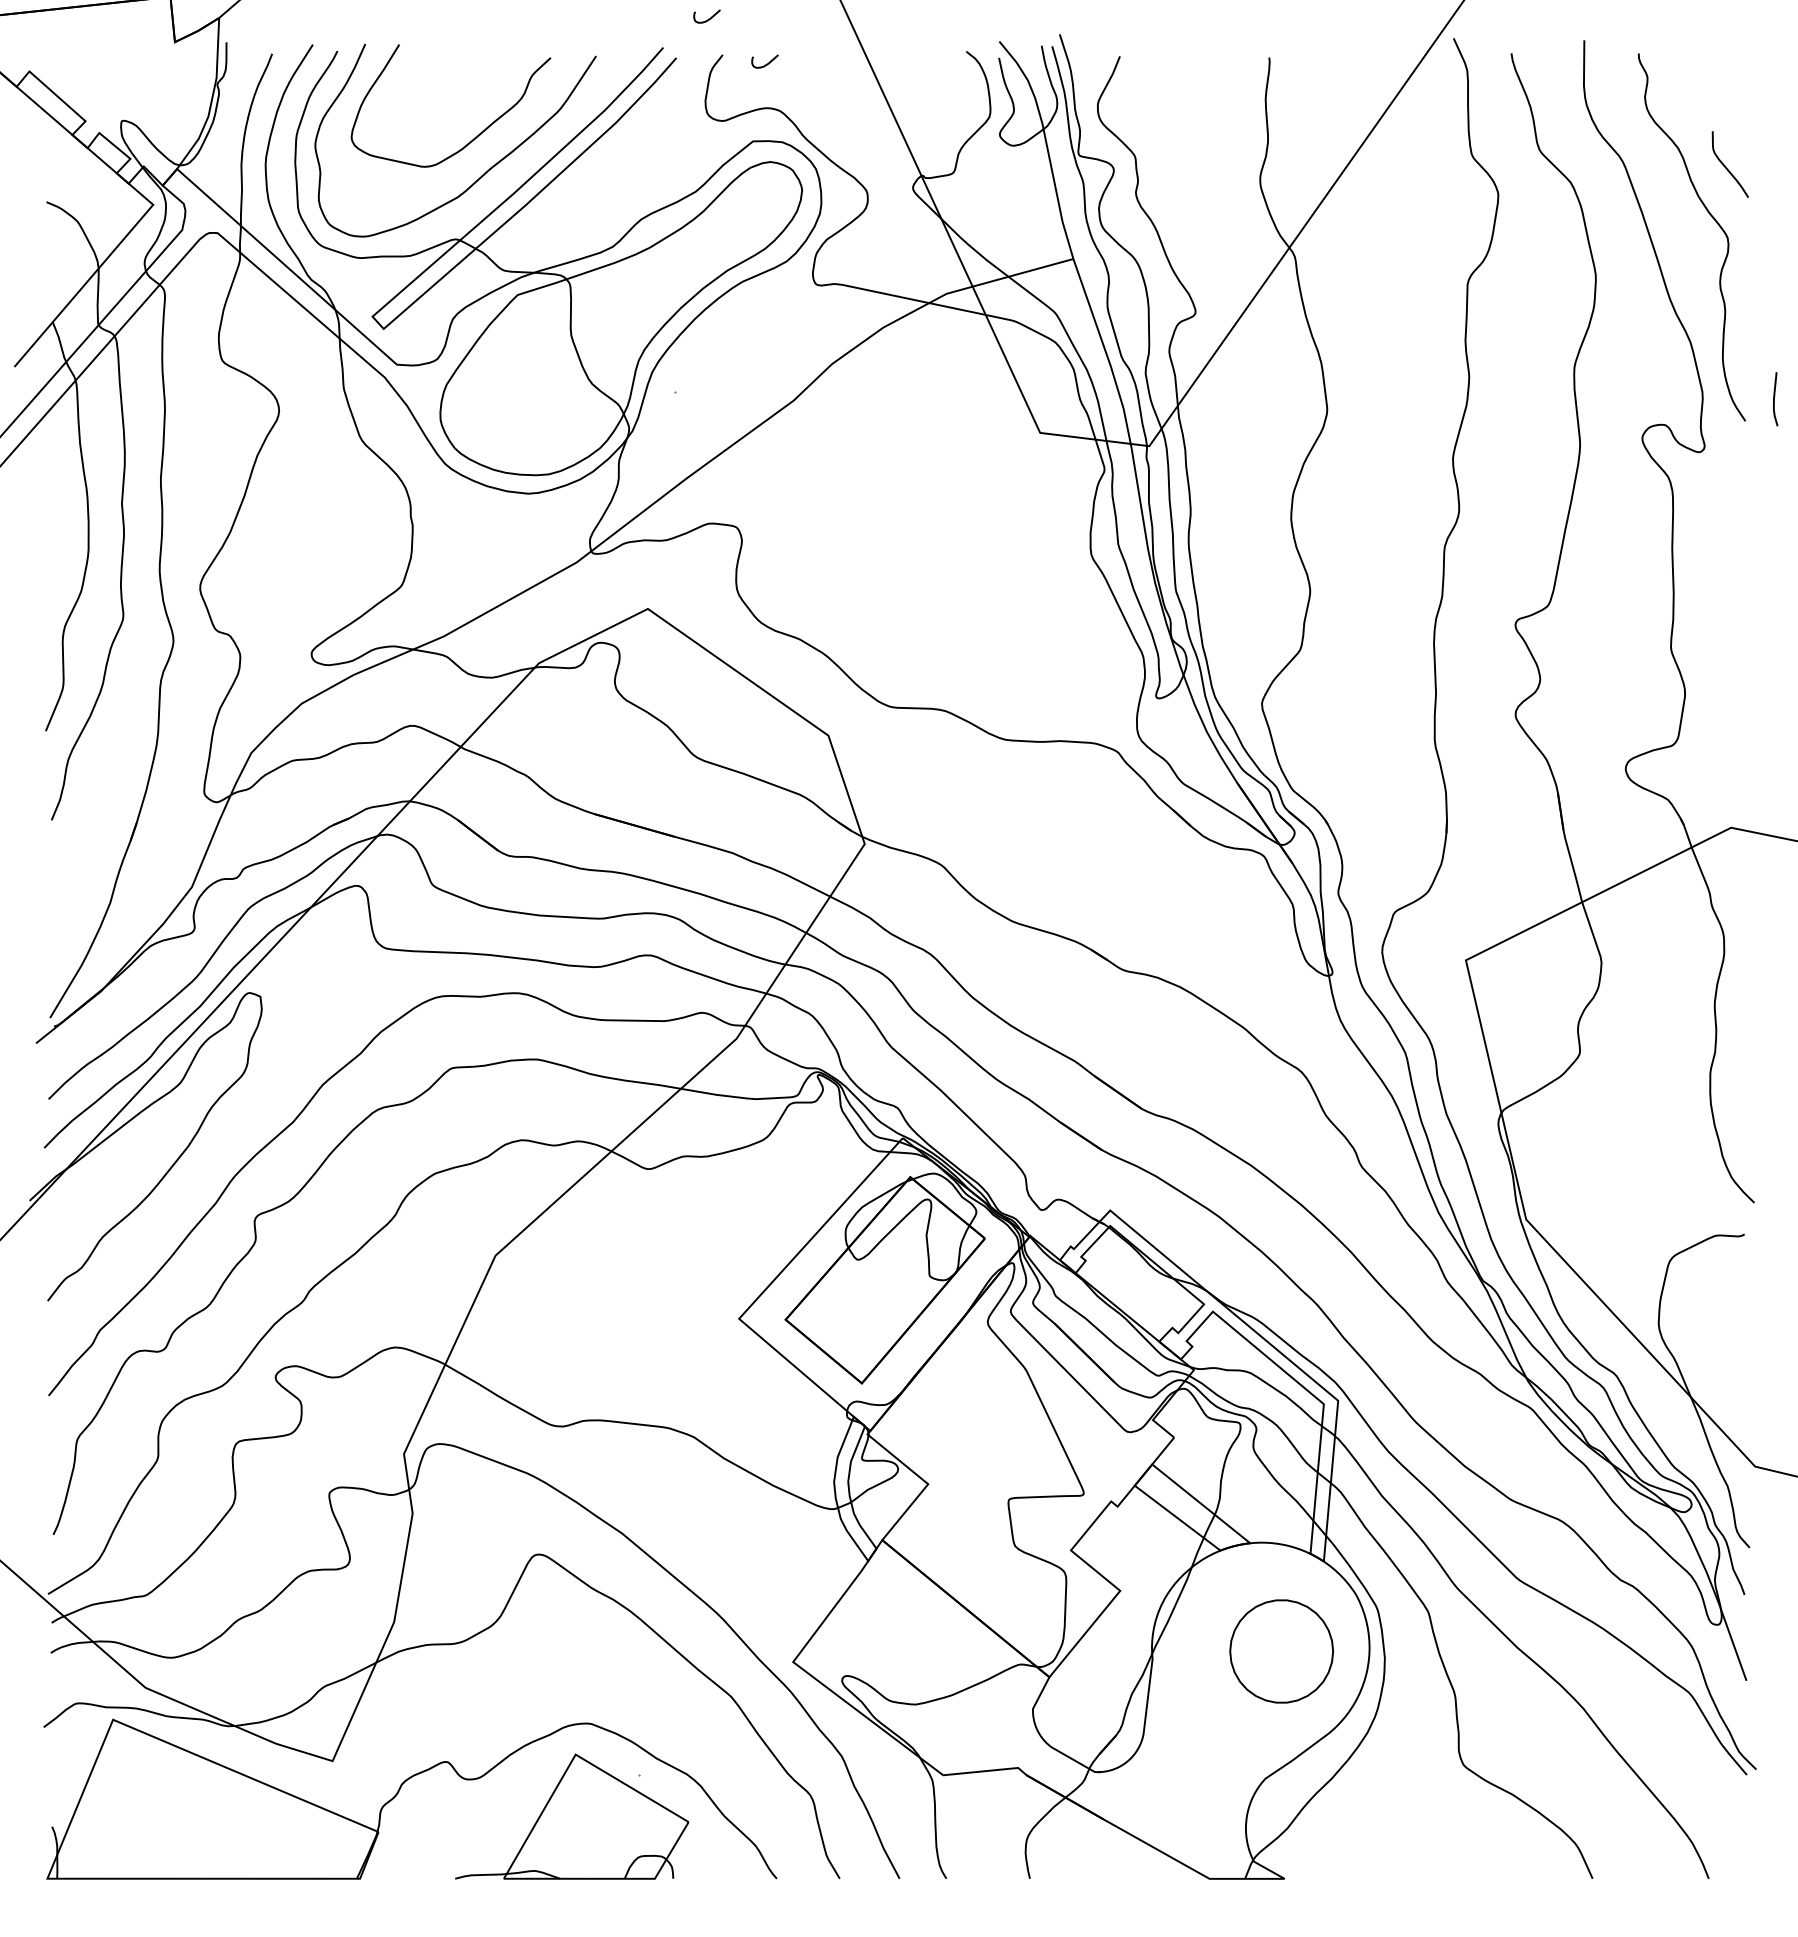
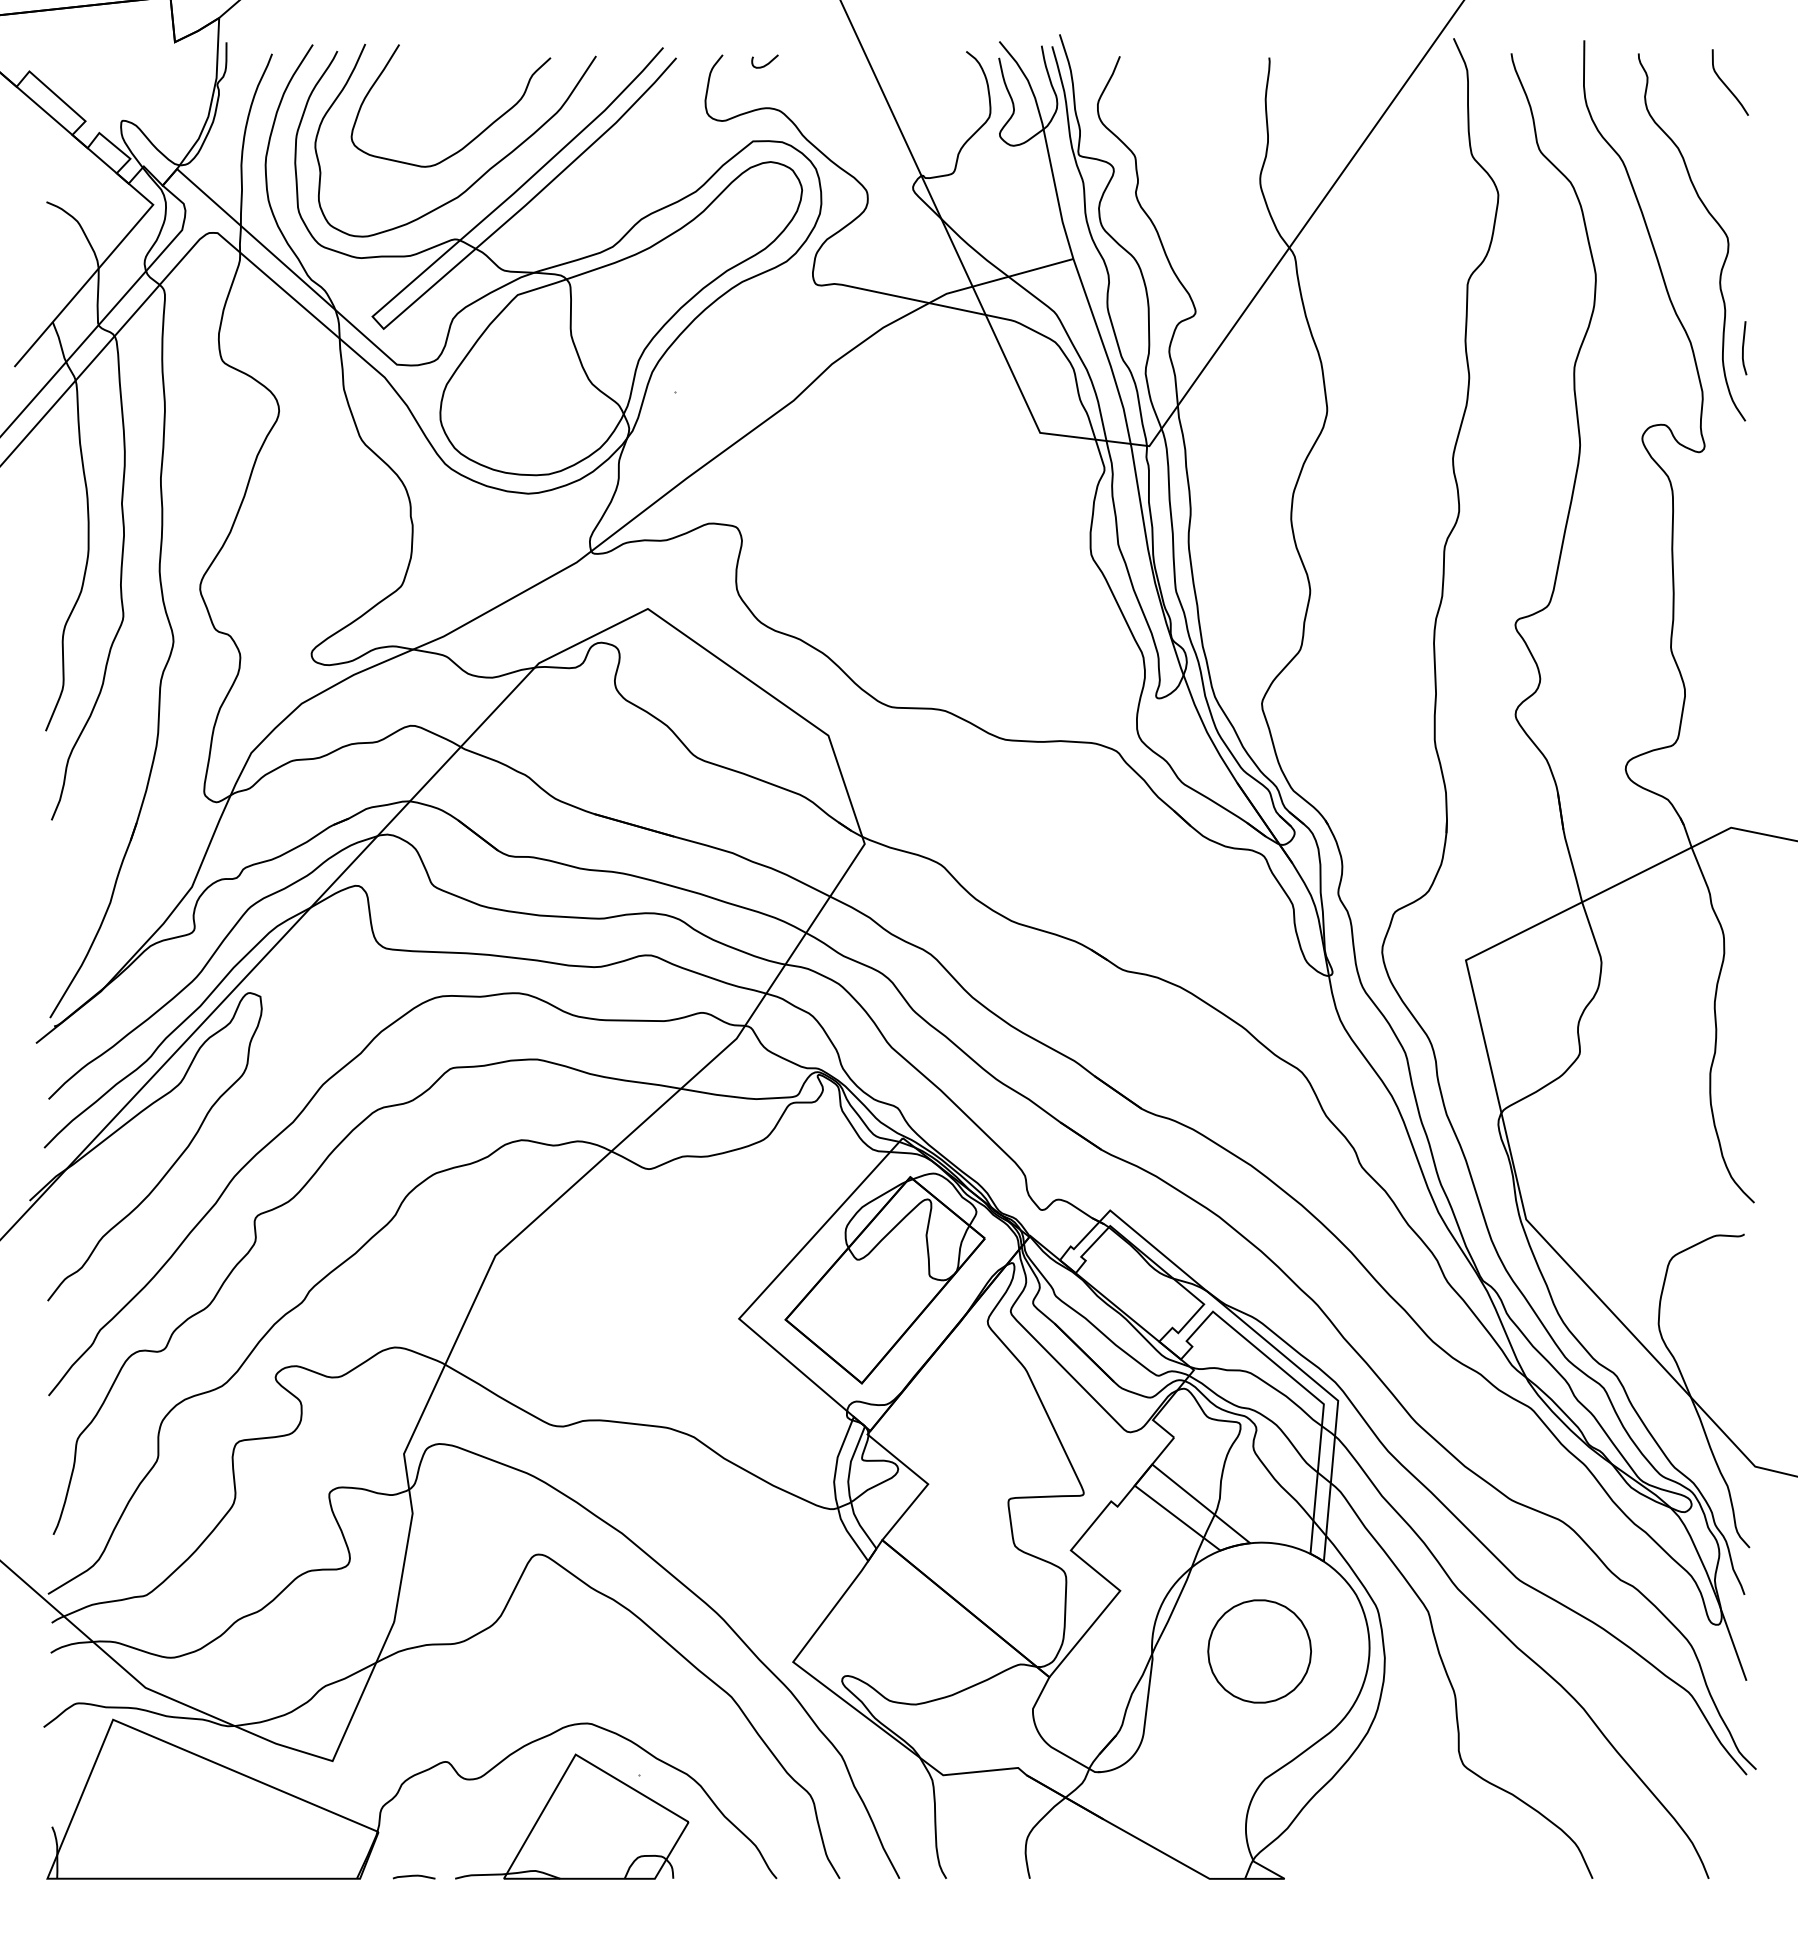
curve at (708, 18): present -> none
curve at (1726, 166) position: (1726, 166) -> (1726, 84)
line at (1774, 399) position: (1774, 399) -> (1743, 348)
part at (1281, 1651) position: (1281, 1651) -> (1259, 1651)
curve at (413, 1876): none -> present
